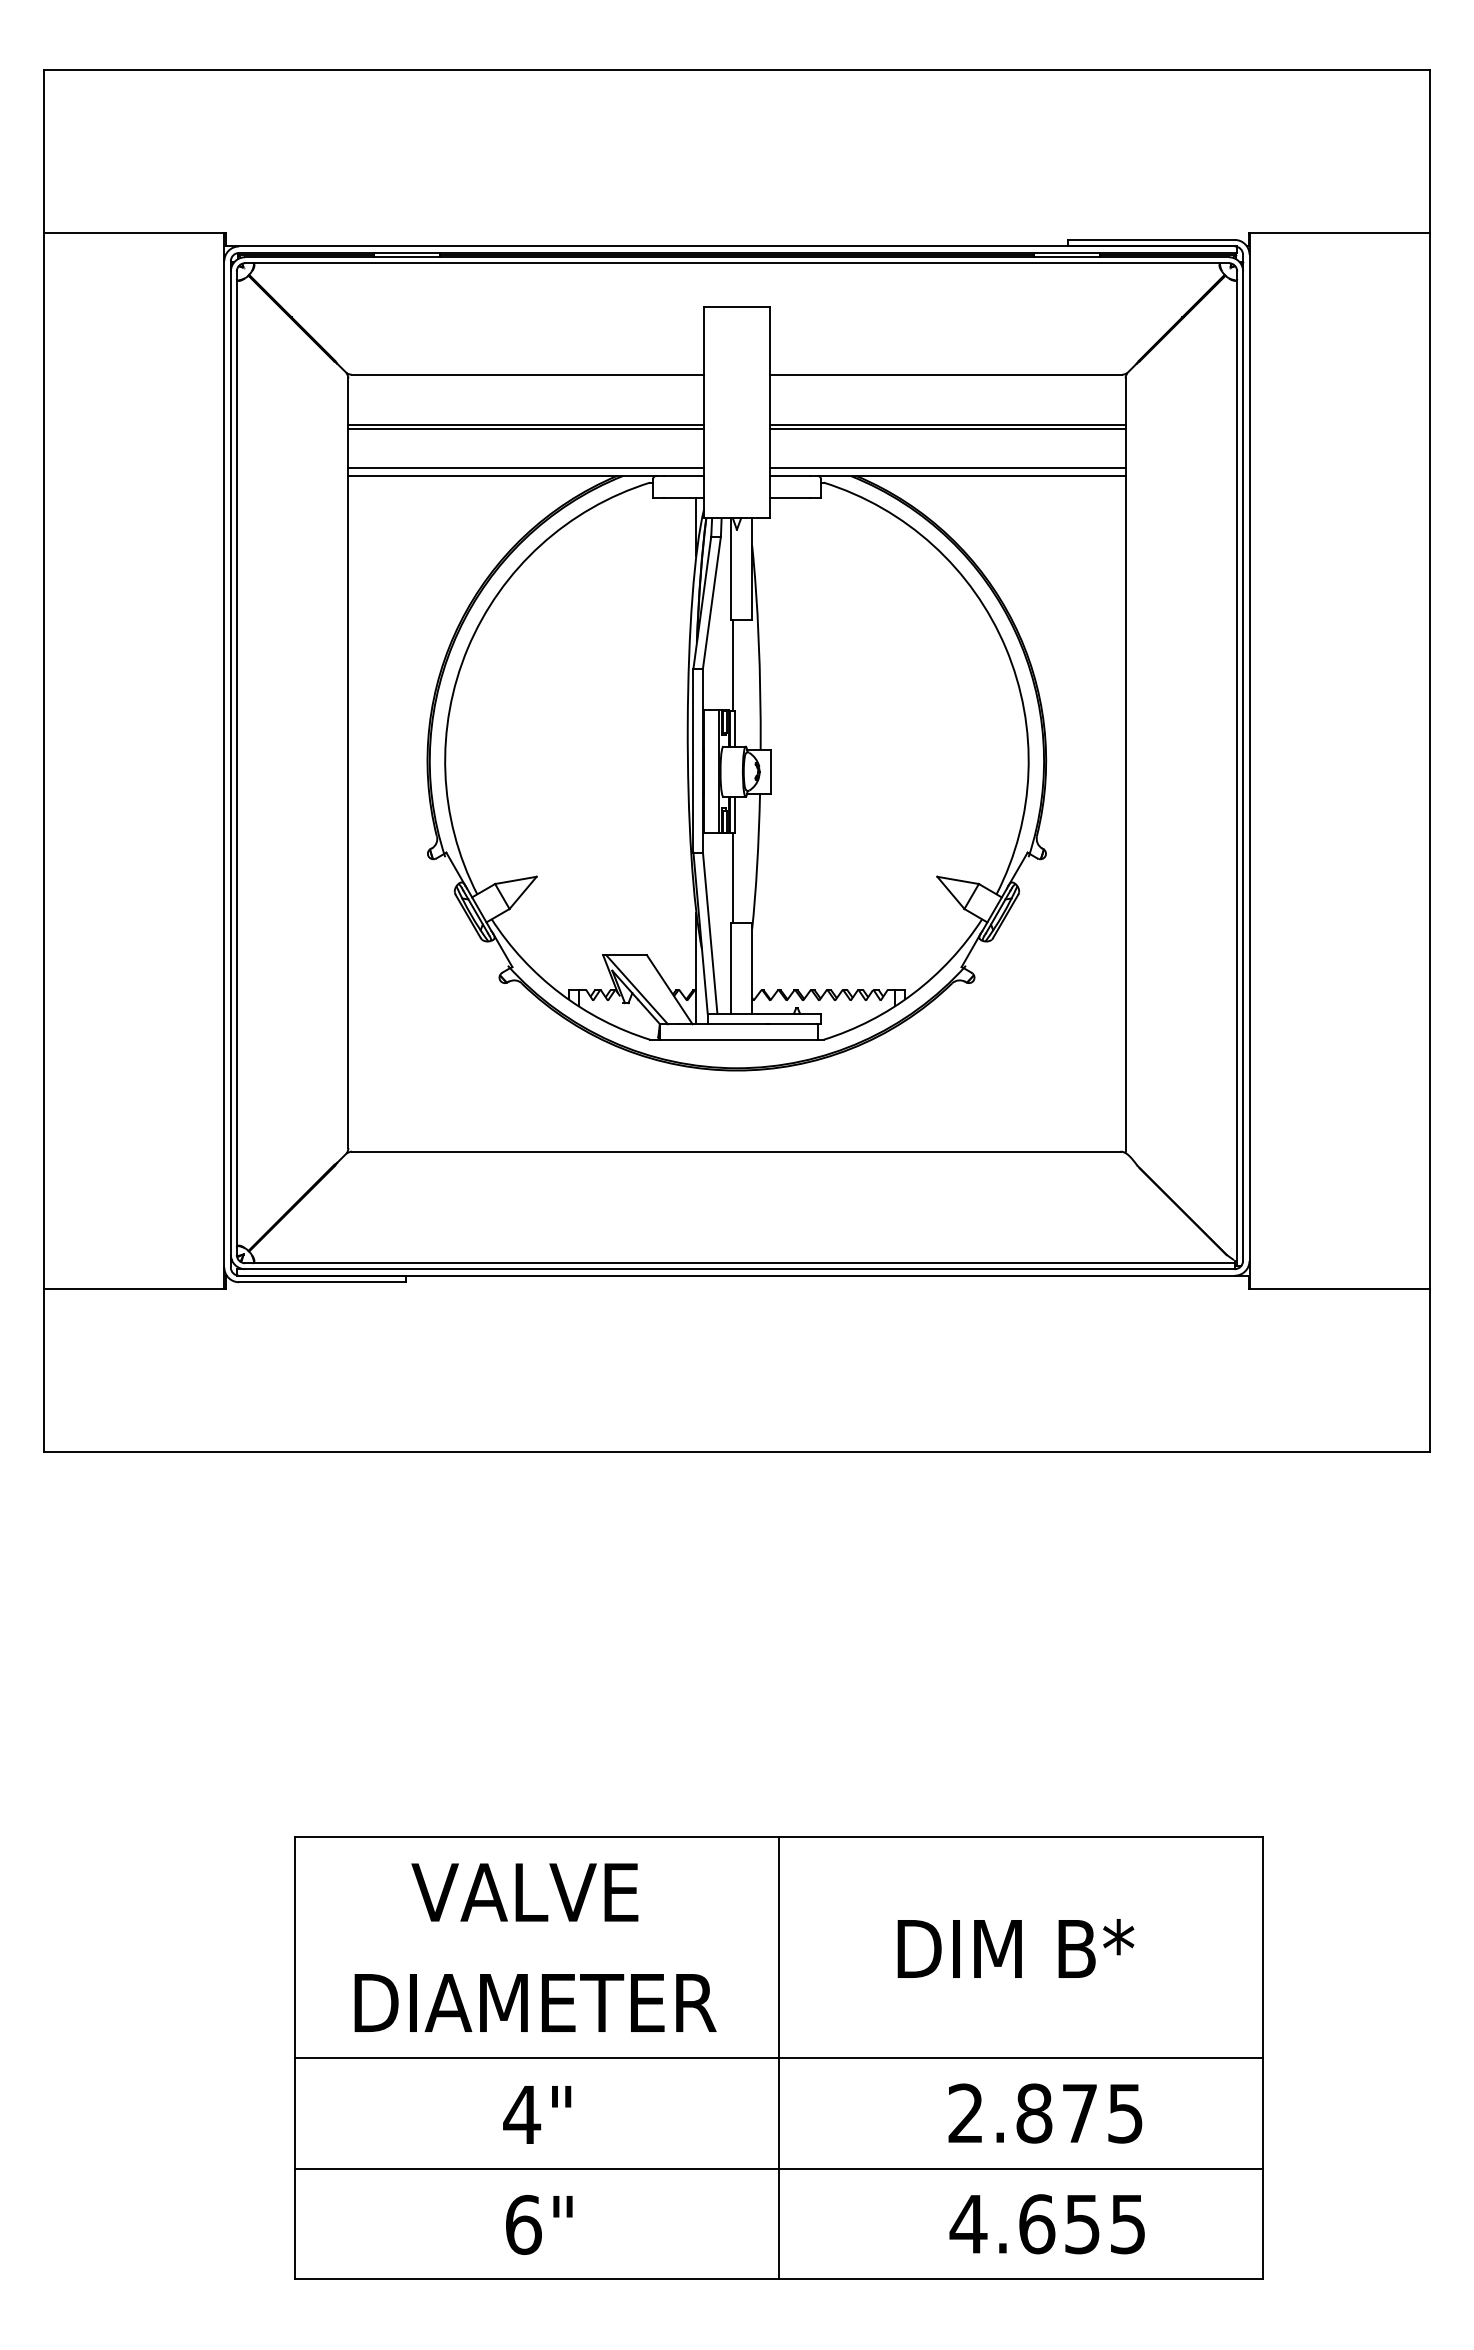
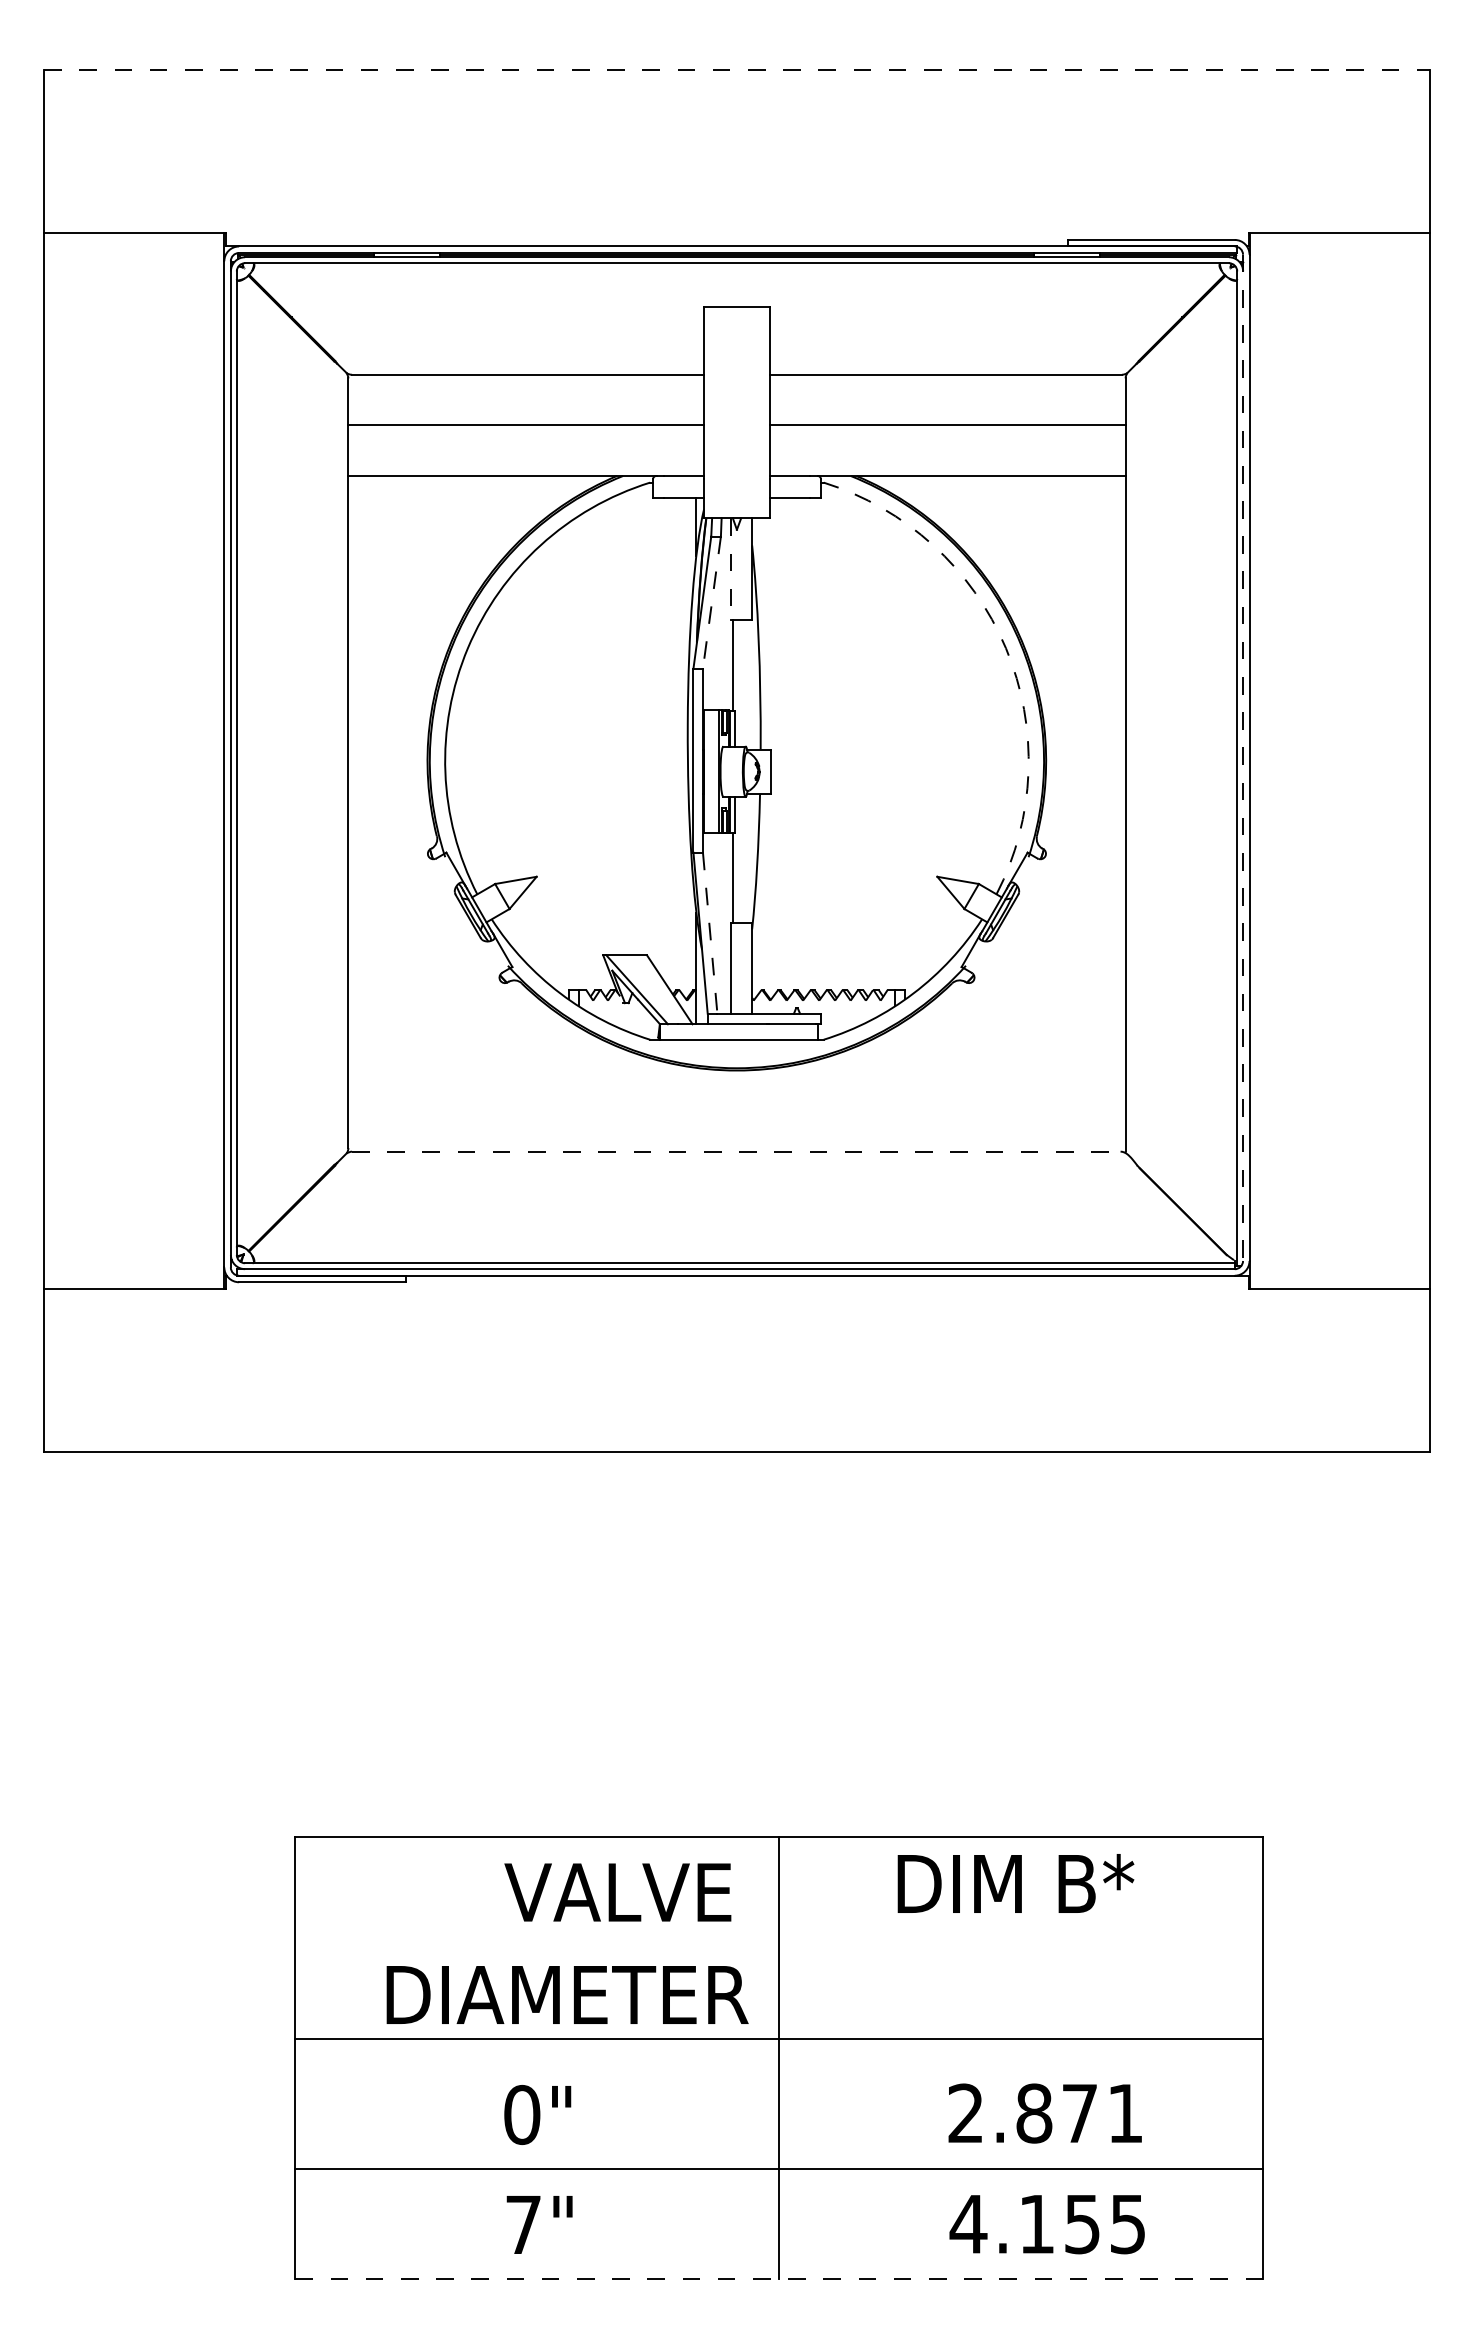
line at (737, 70): solid -> dashed
line at (526, 429): present -> none
line at (947, 429): present -> none
line at (526, 468): present -> none
line at (947, 468): present -> none
line at (730, 568): solid -> dashed
line at (711, 602): solid -> dashed
arc at (1005, 648): solid -> dashed
line at (1243, 758): solid -> dashed
line at (710, 933): solid -> dashed
line at (736, 1151): solid -> dashed
text at (524, 1892) position: (524, 1892) -> (617, 1892)
text at (1015, 1948) position: (1015, 1948) -> (1015, 1883)
text at (535, 2002) position: (535, 2002) -> (567, 1994)
line at (779, 2058) position: (779, 2058) -> (779, 2039)
text at (1125, 2113): 2.875 -> 2.871
text at (522, 2114): 4" -> 0"
text at (523, 2224): 6" -> 7"
text at (1037, 2224): 4.655 -> 4.155
line at (779, 2279): solid -> dashed
